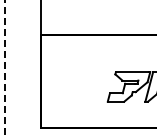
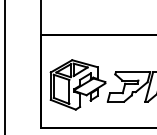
line at (5, 67): dashed -> solid
part at (77, 84): none -> present
